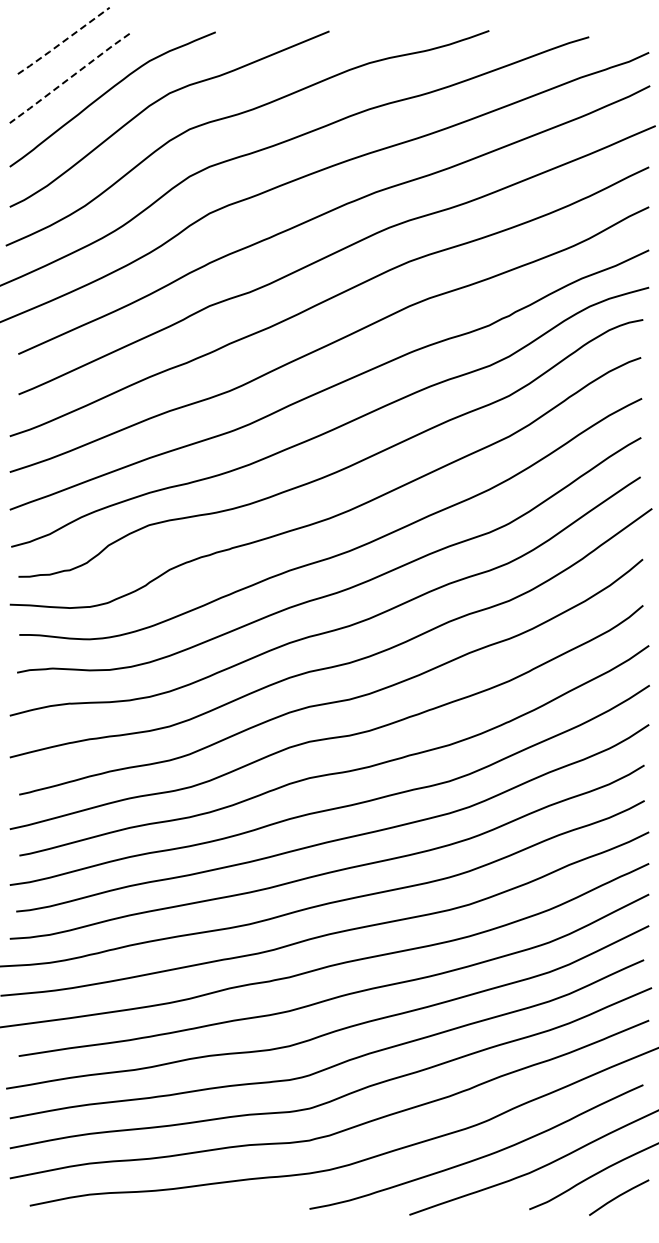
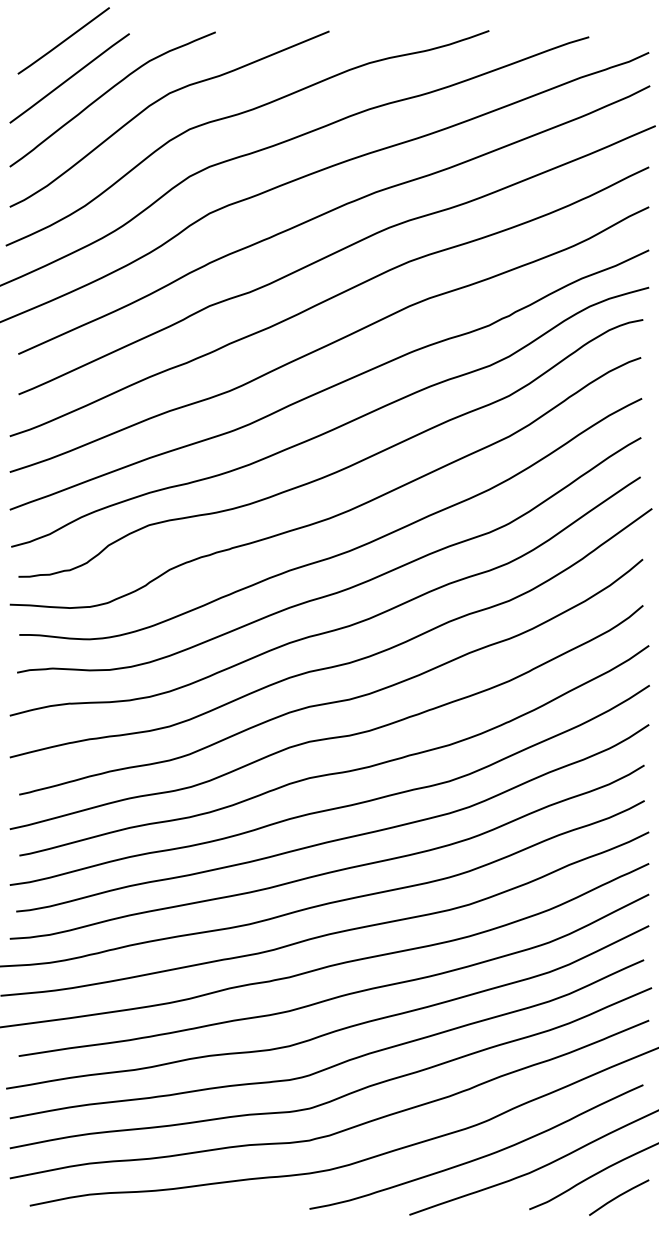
line at (63, 41): dashed -> solid
line at (69, 78): dashed -> solid
